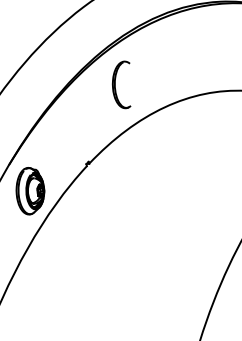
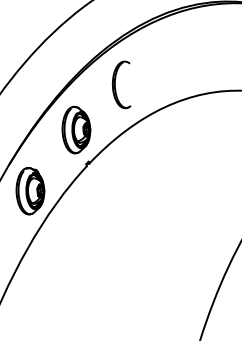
part at (76, 129): none -> present
